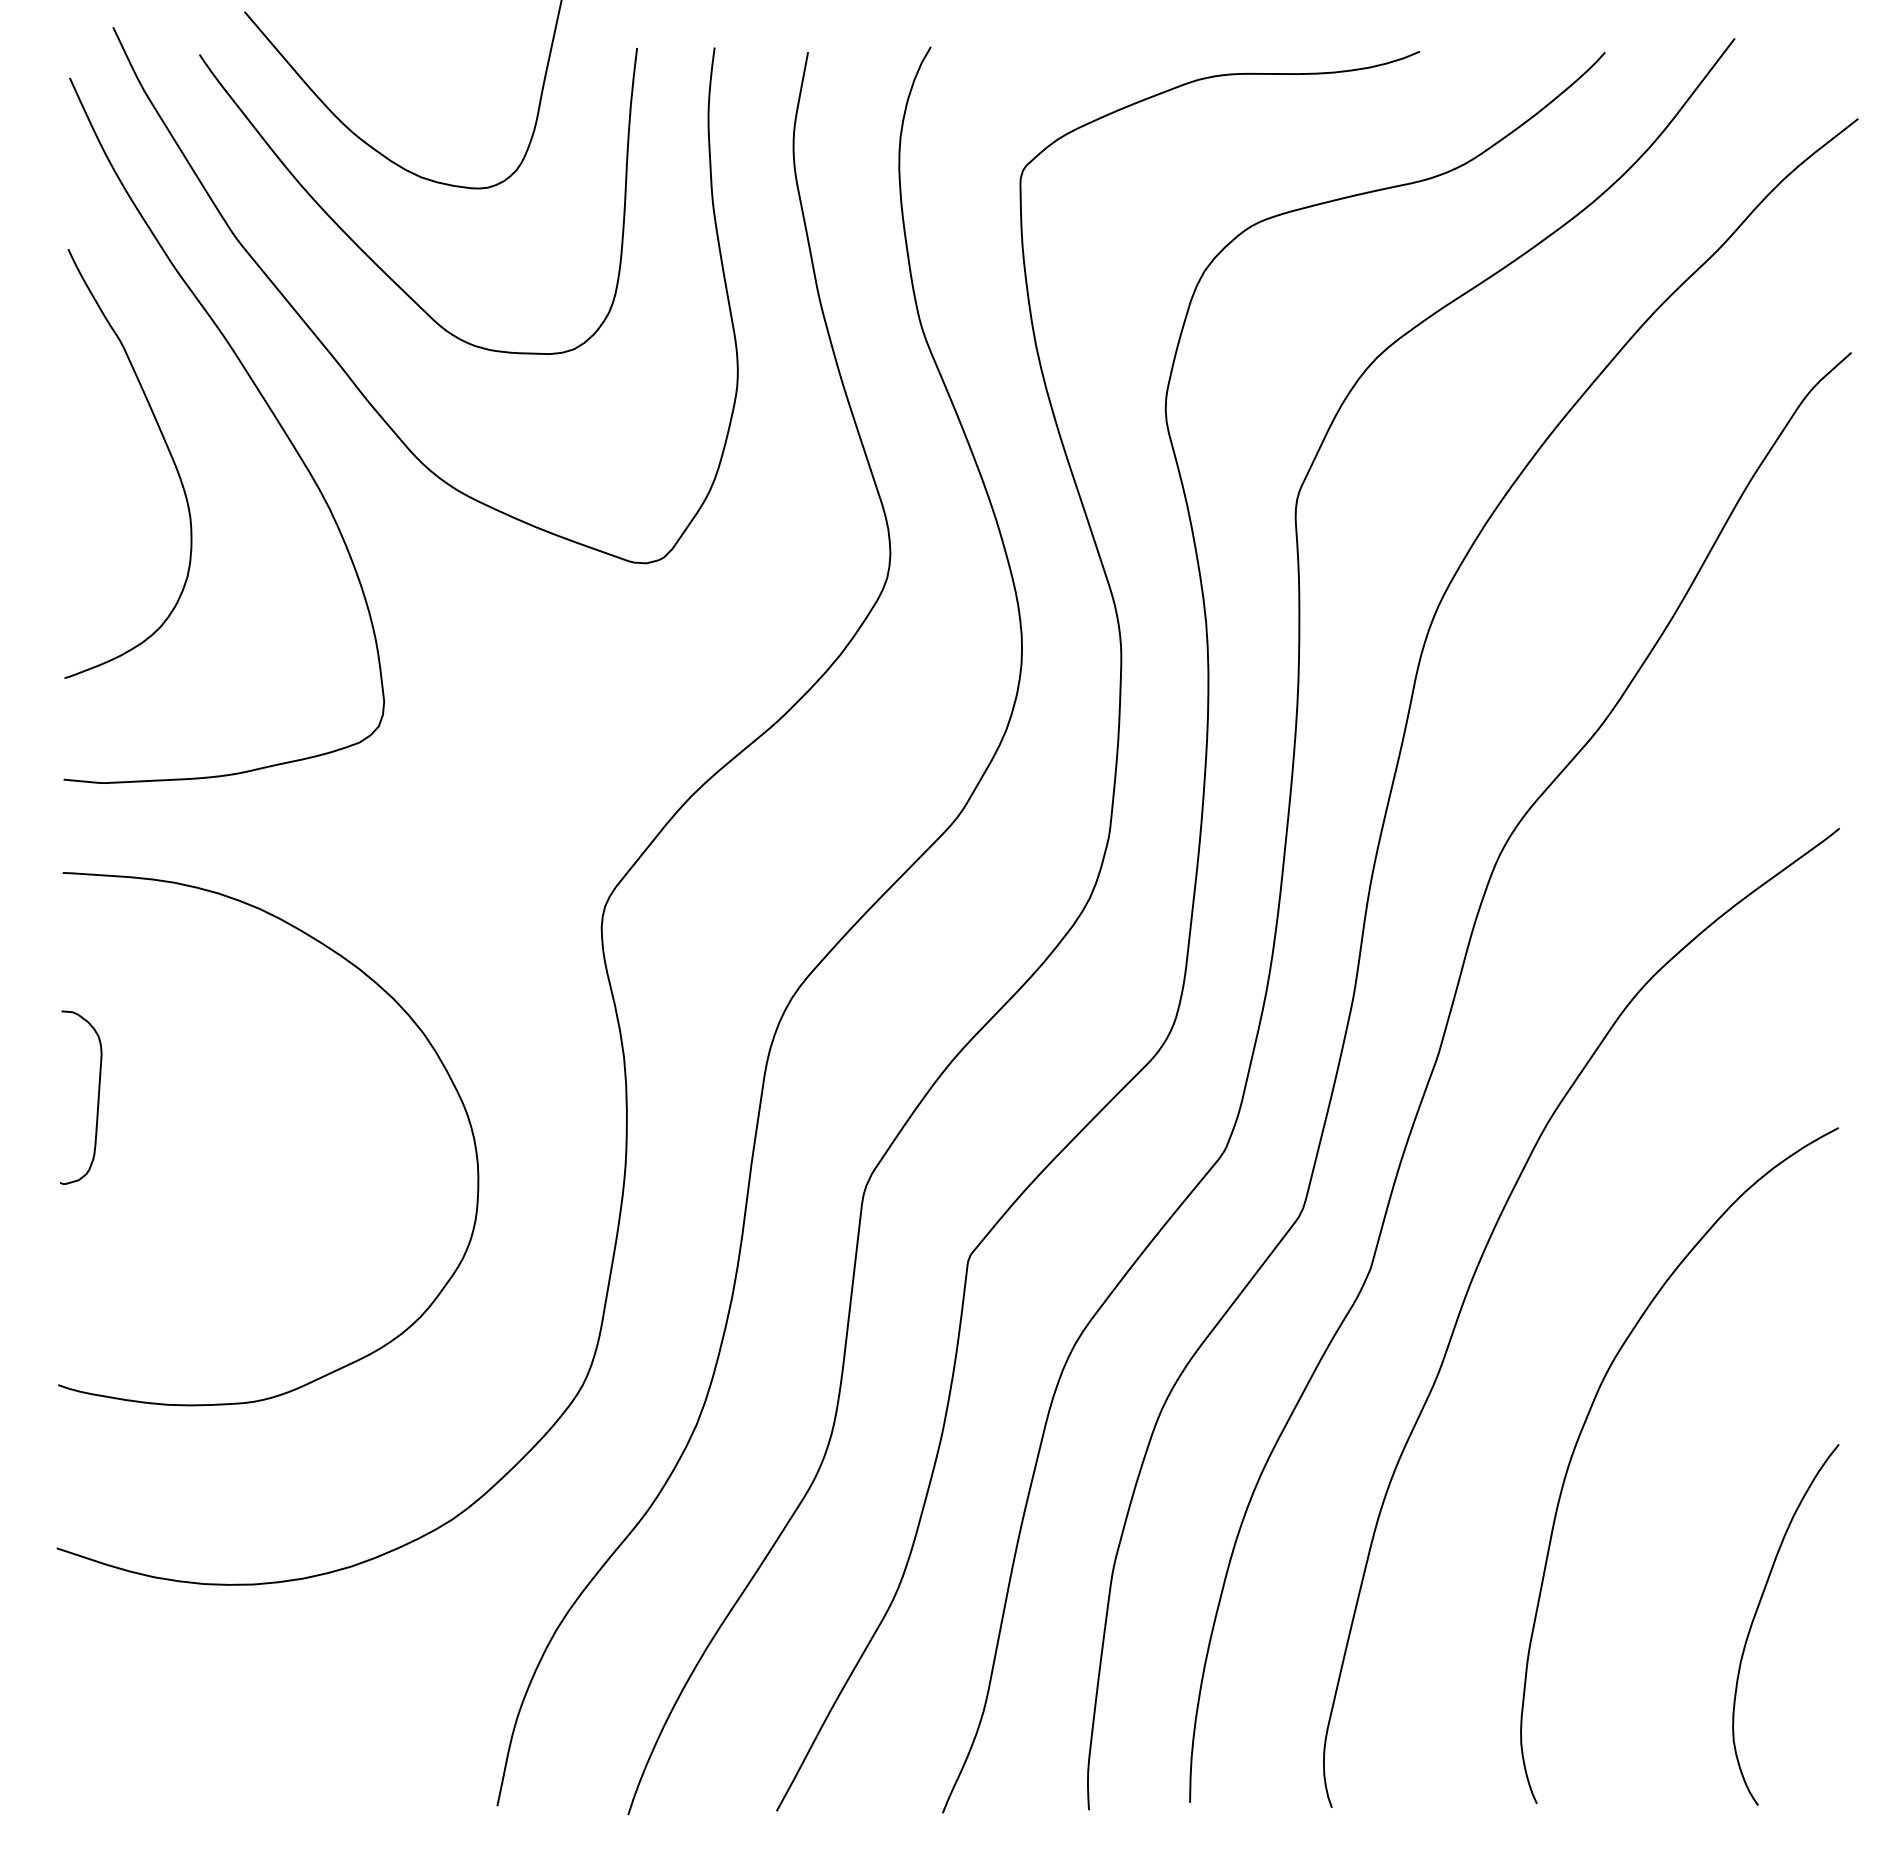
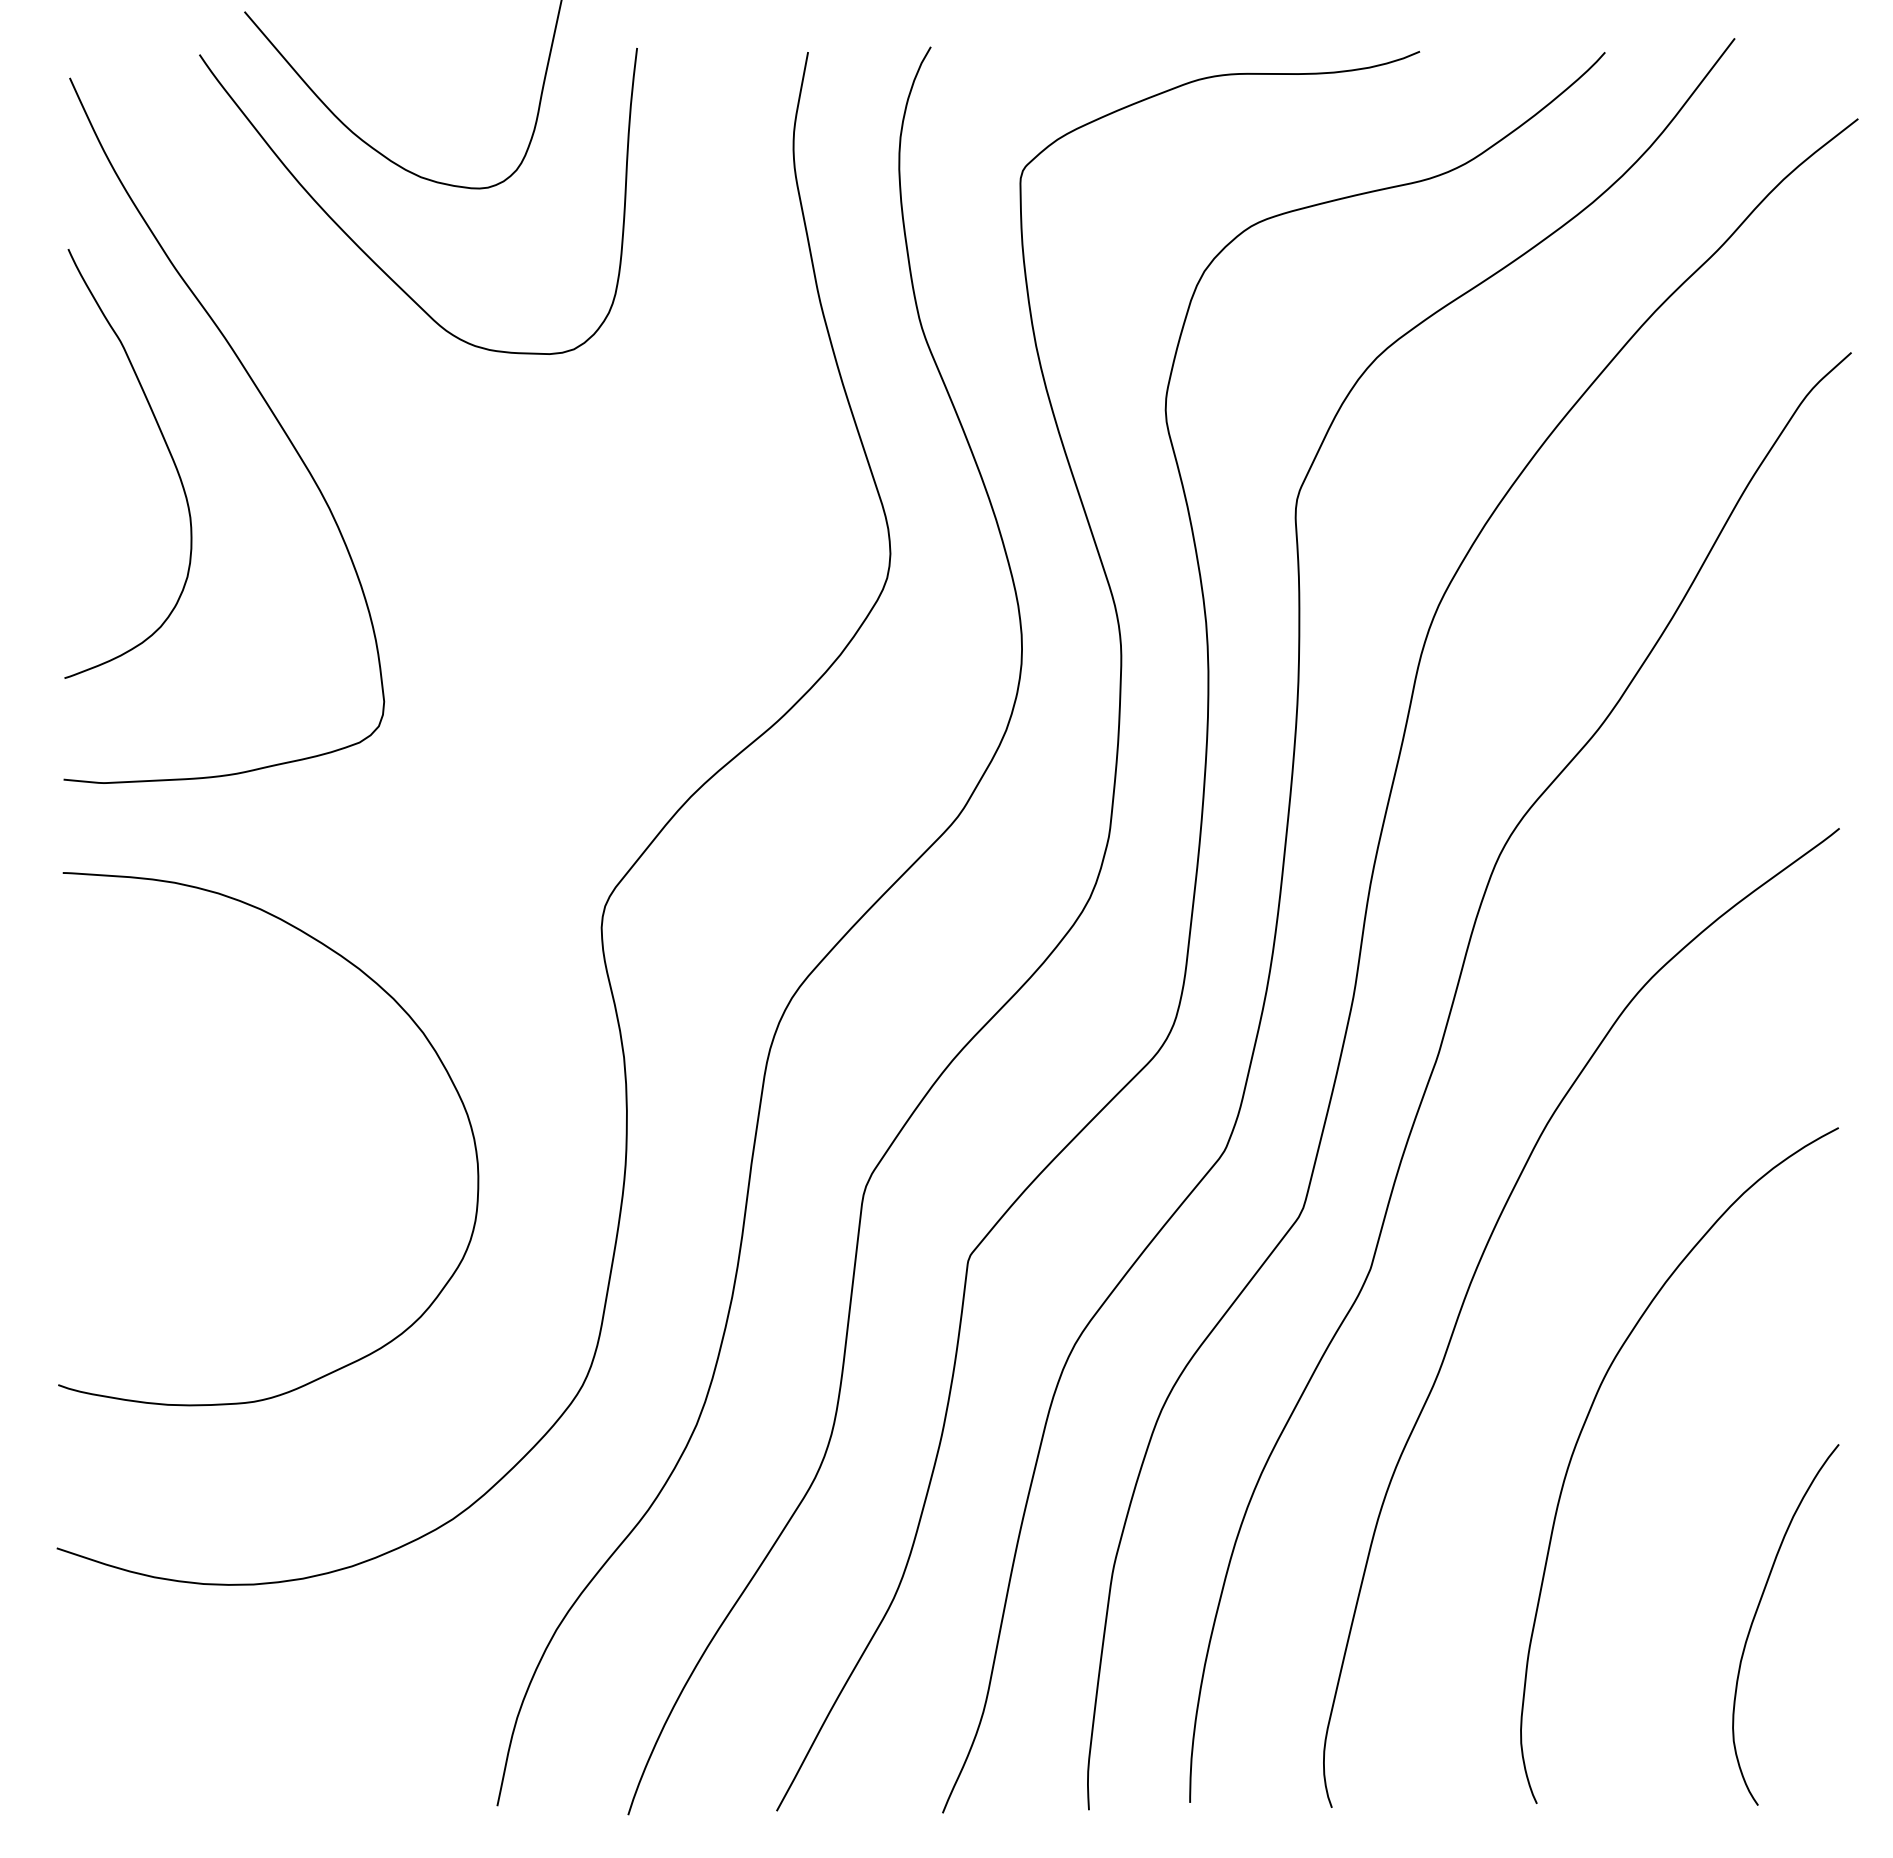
curve at (341, 365): present -> none
curve at (97, 1097): present -> none
